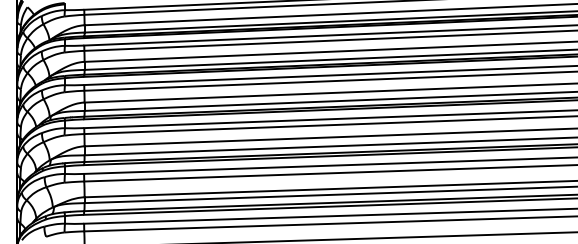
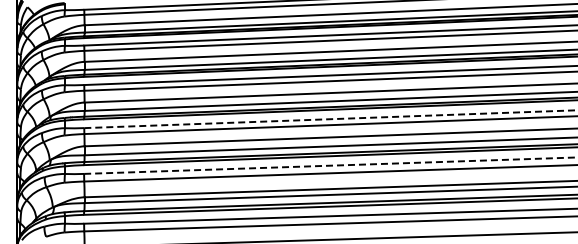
line at (330, 119): solid -> dashed
line at (330, 165): solid -> dashed
